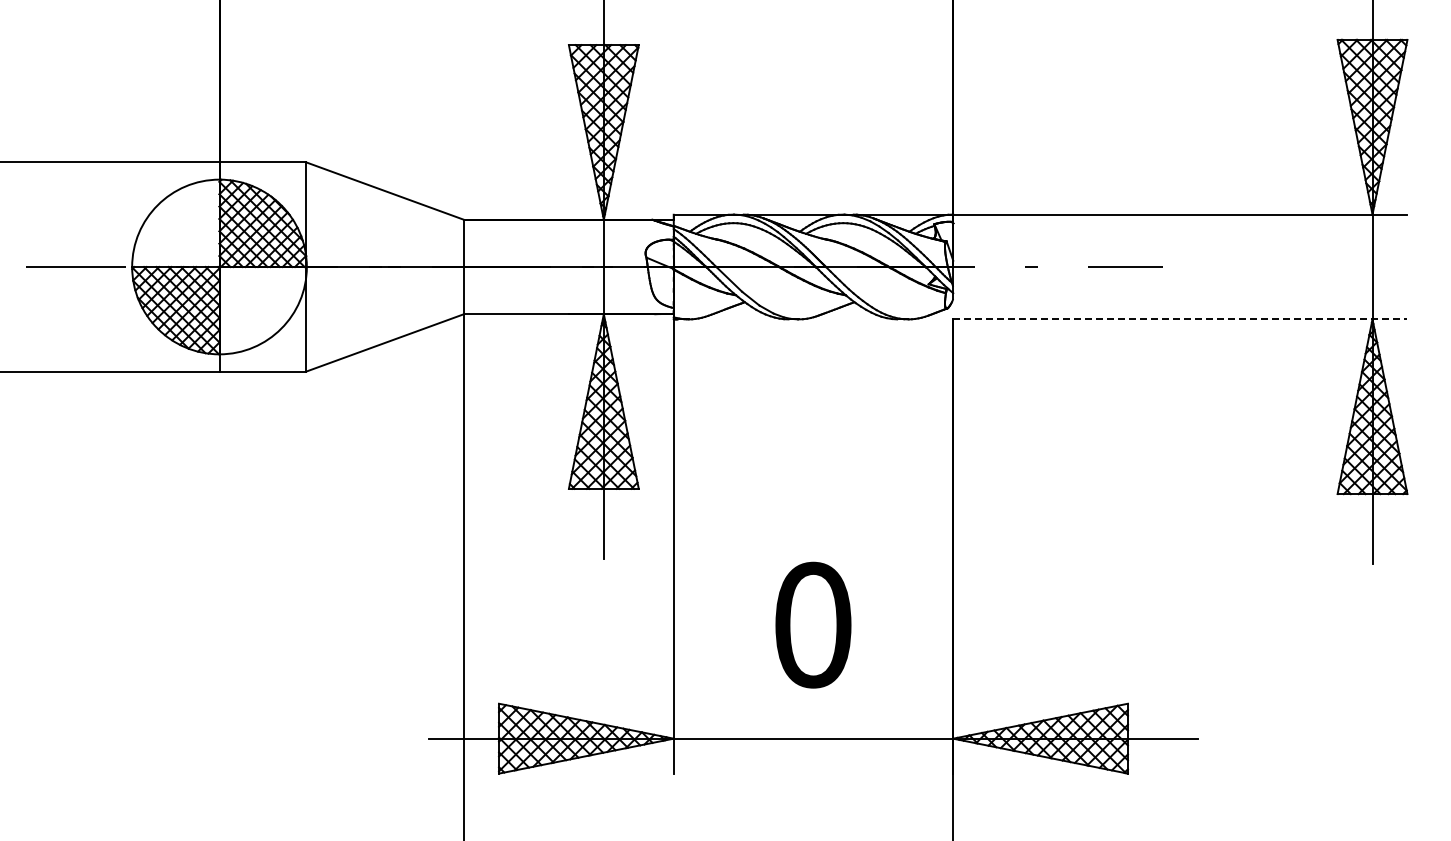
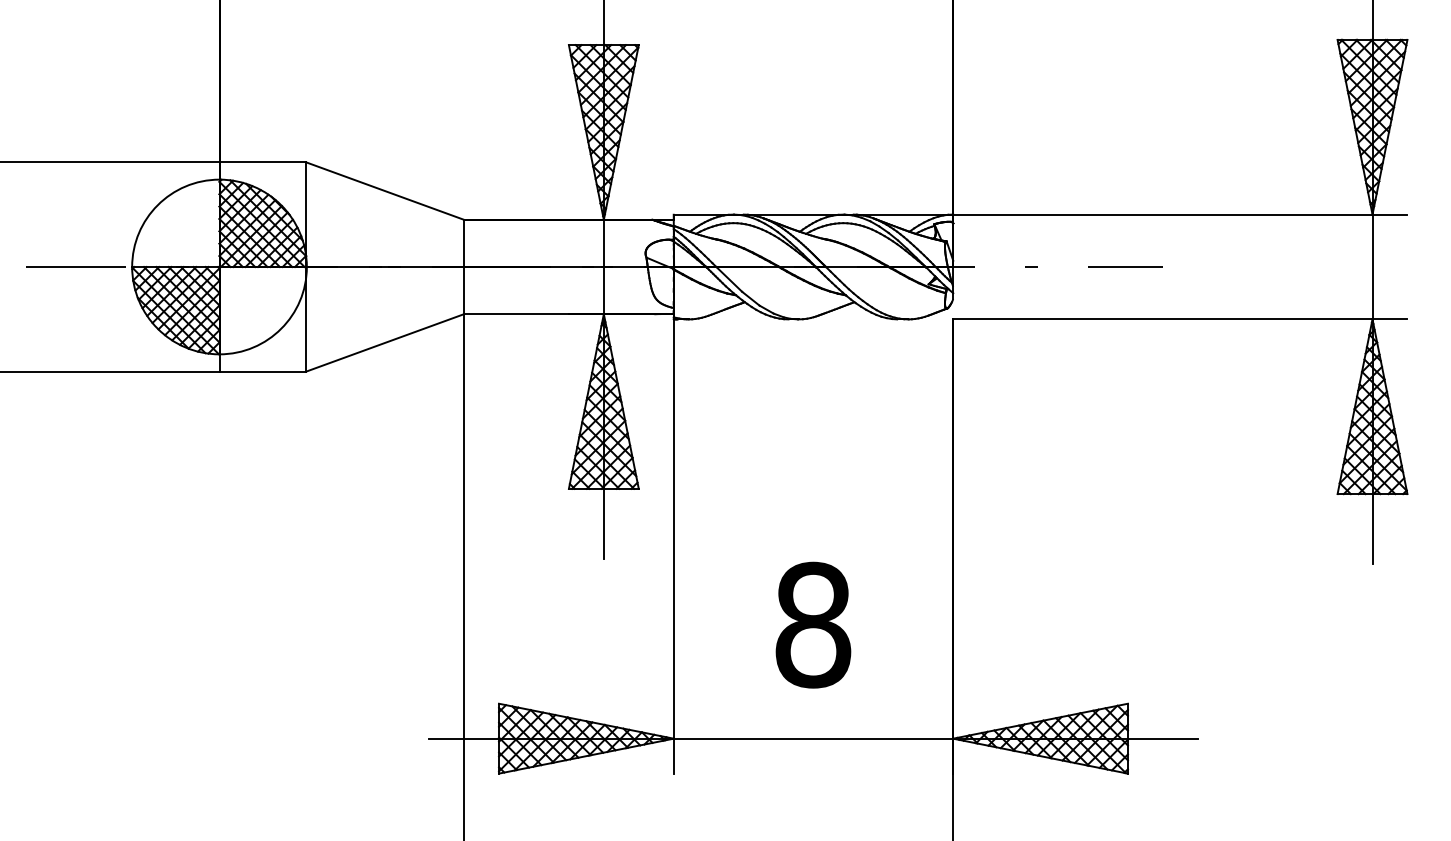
line at (1180, 319): dashed -> solid
text at (813, 625): 0 -> 8
